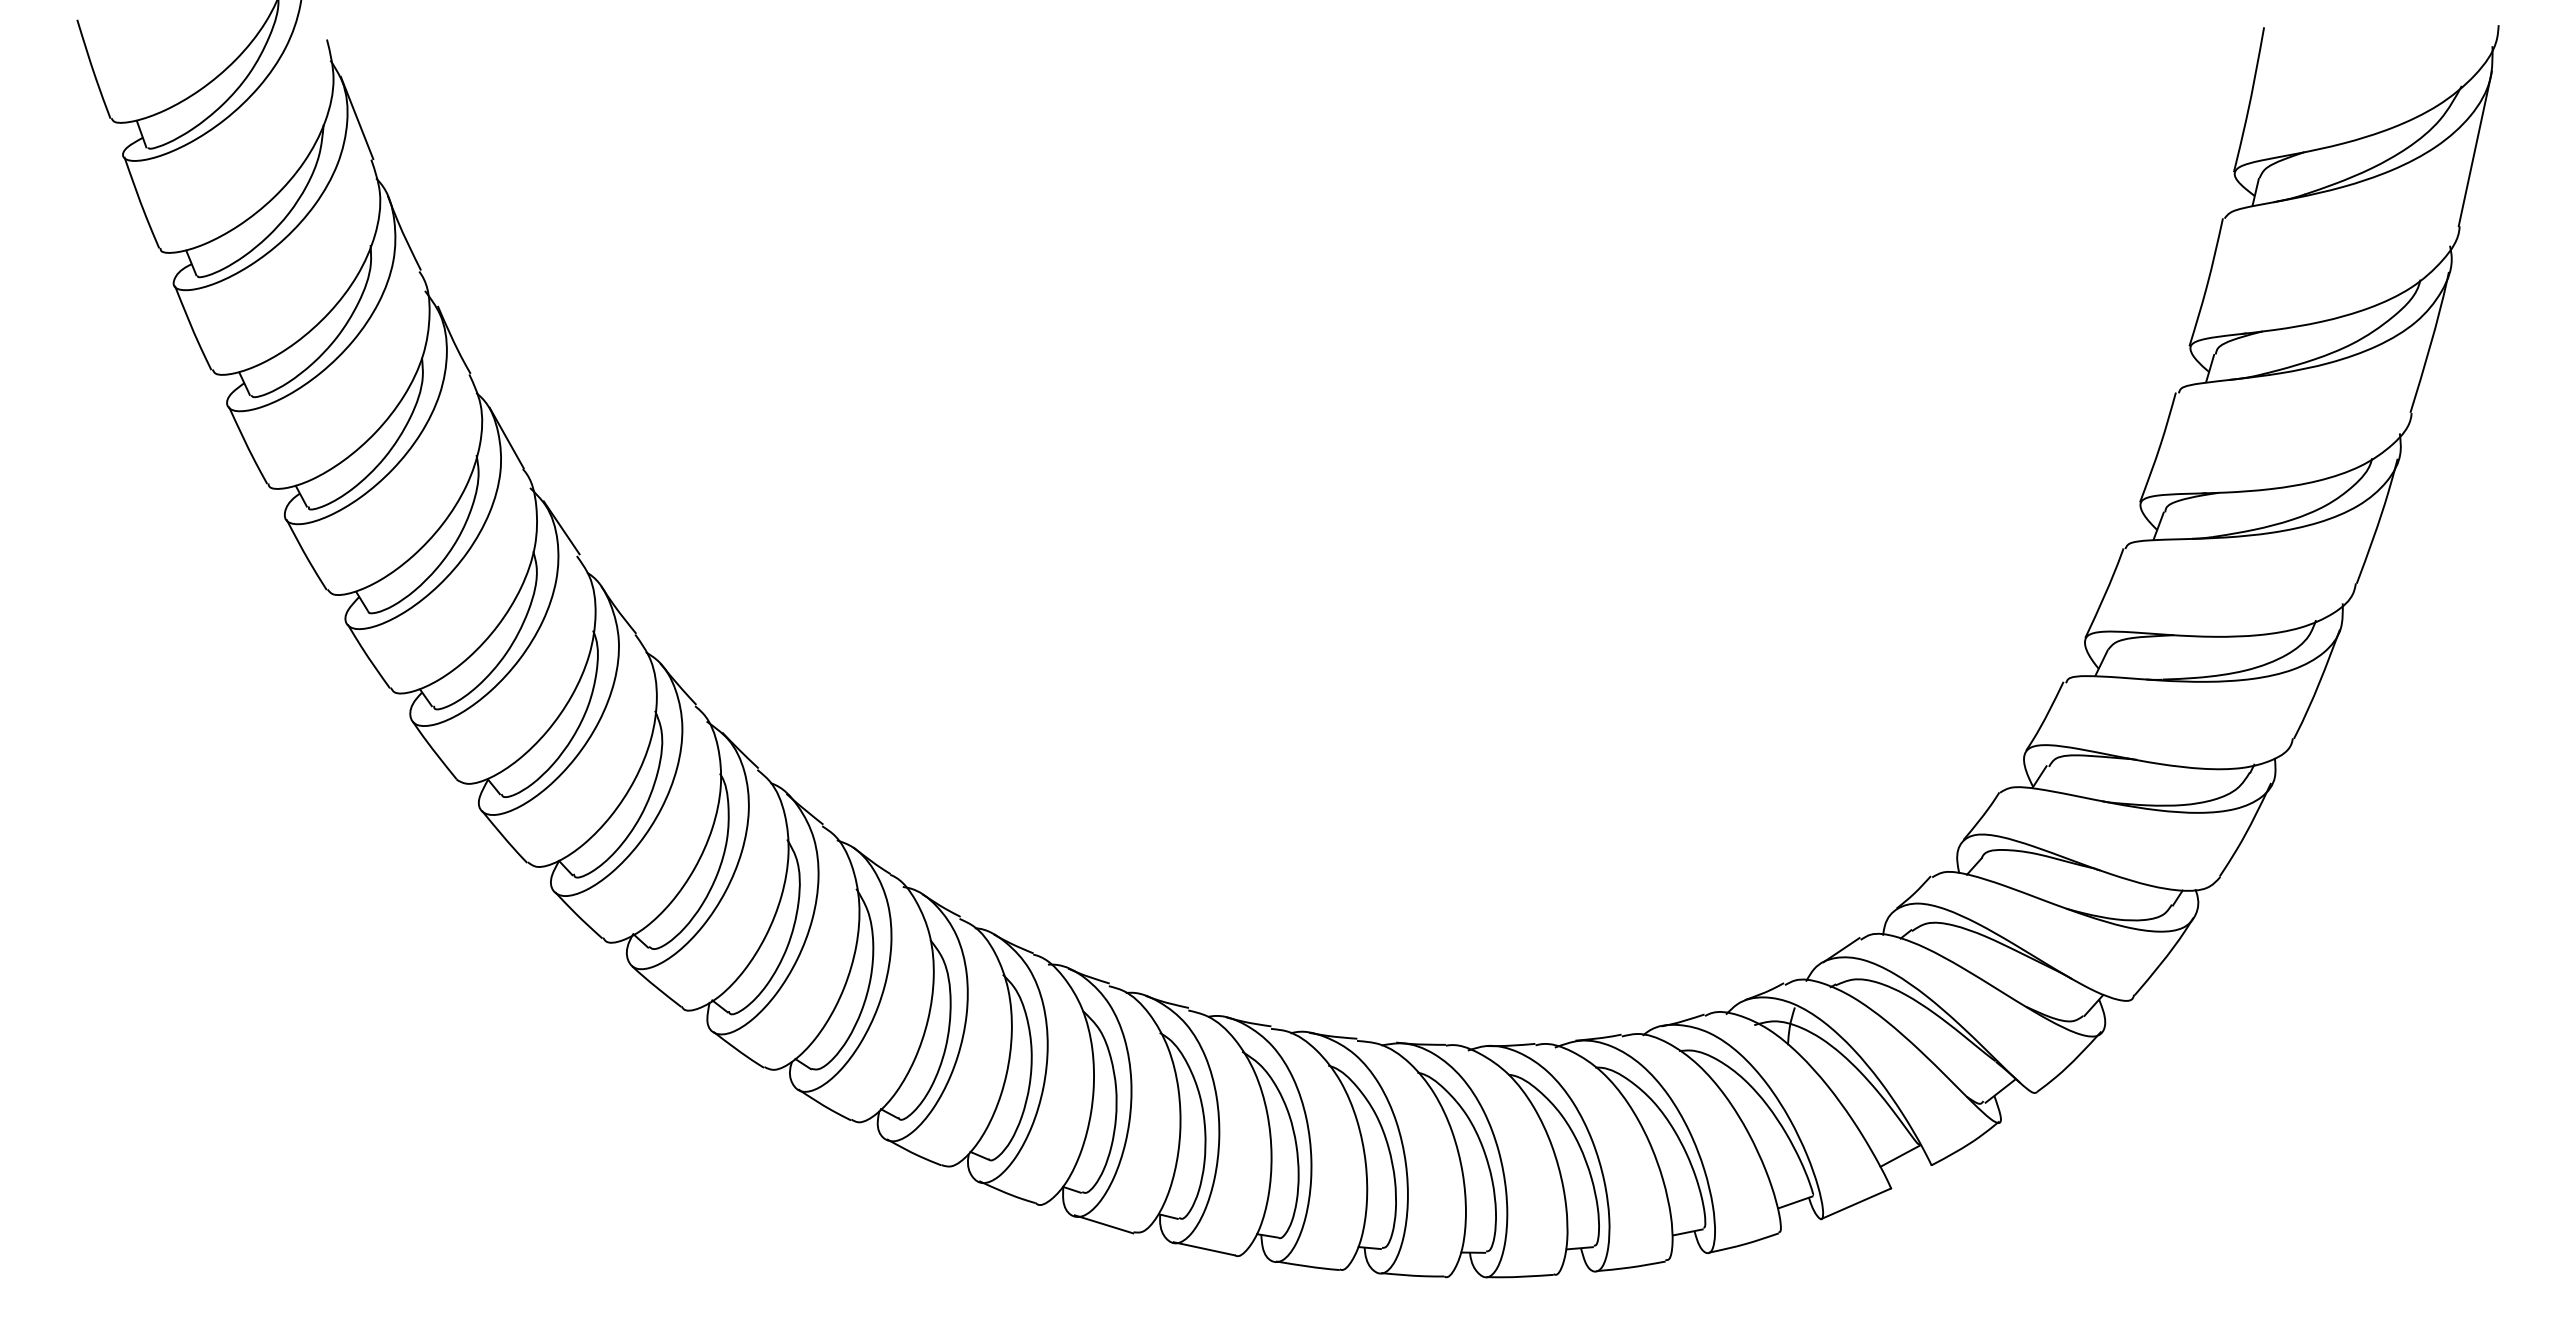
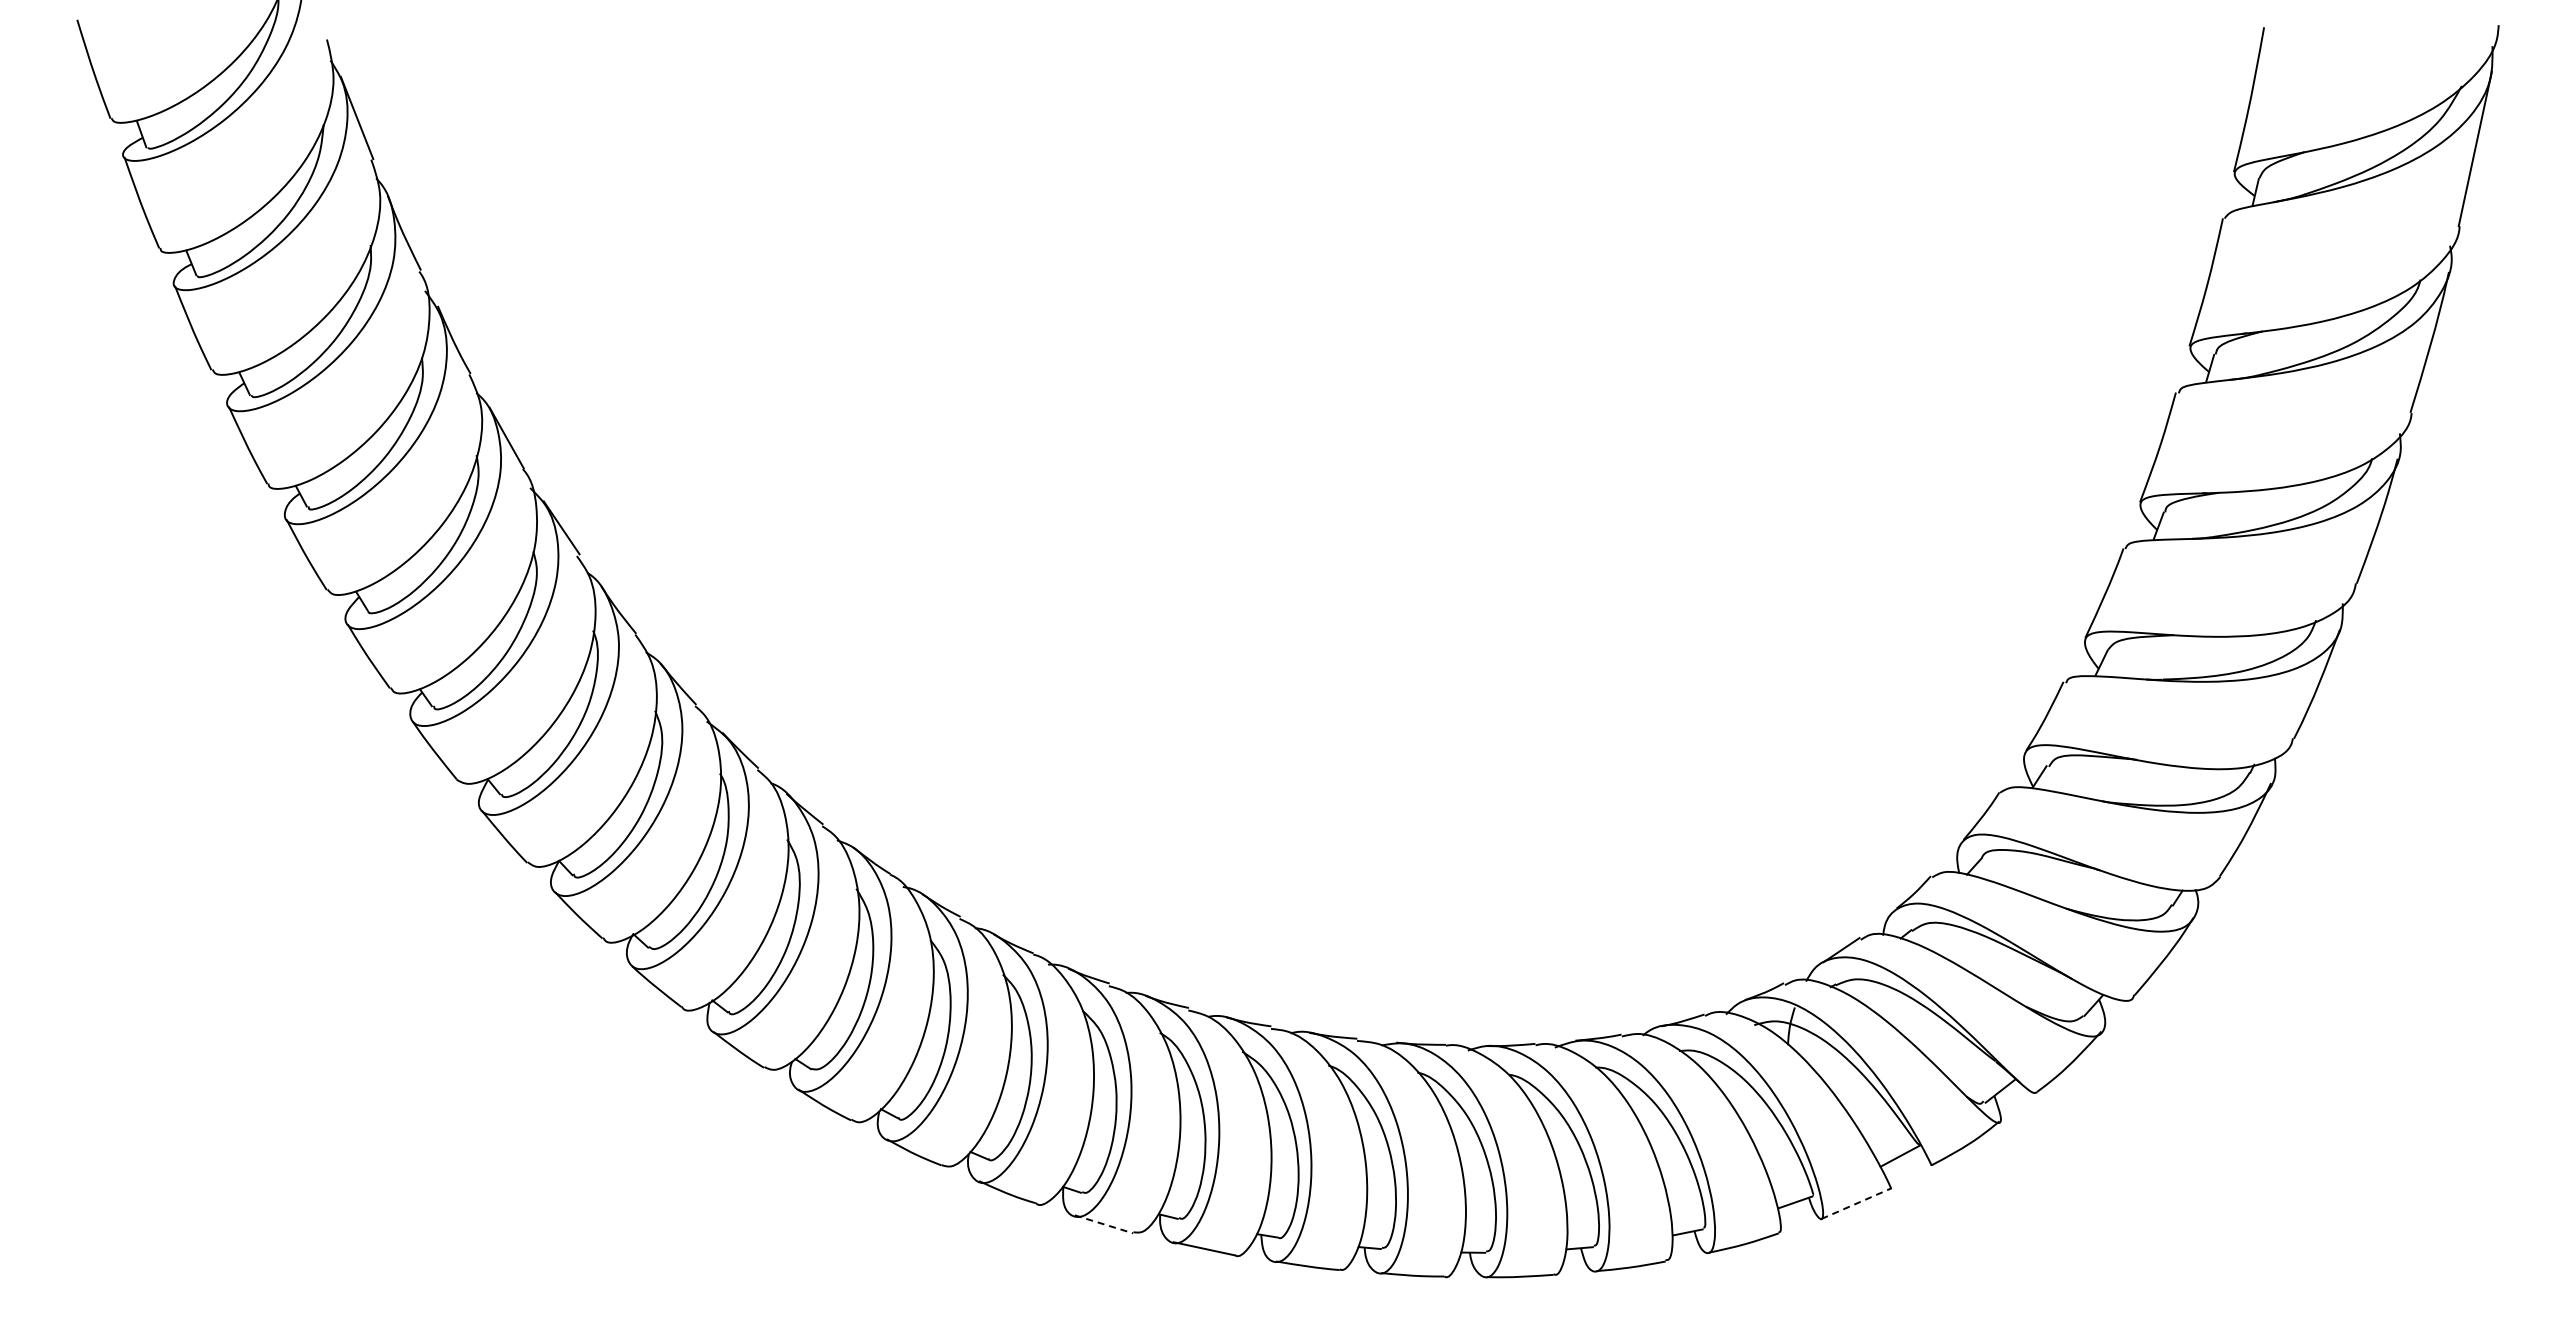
line at (1856, 1203): solid -> dashed
line at (1104, 1224): solid -> dashed
